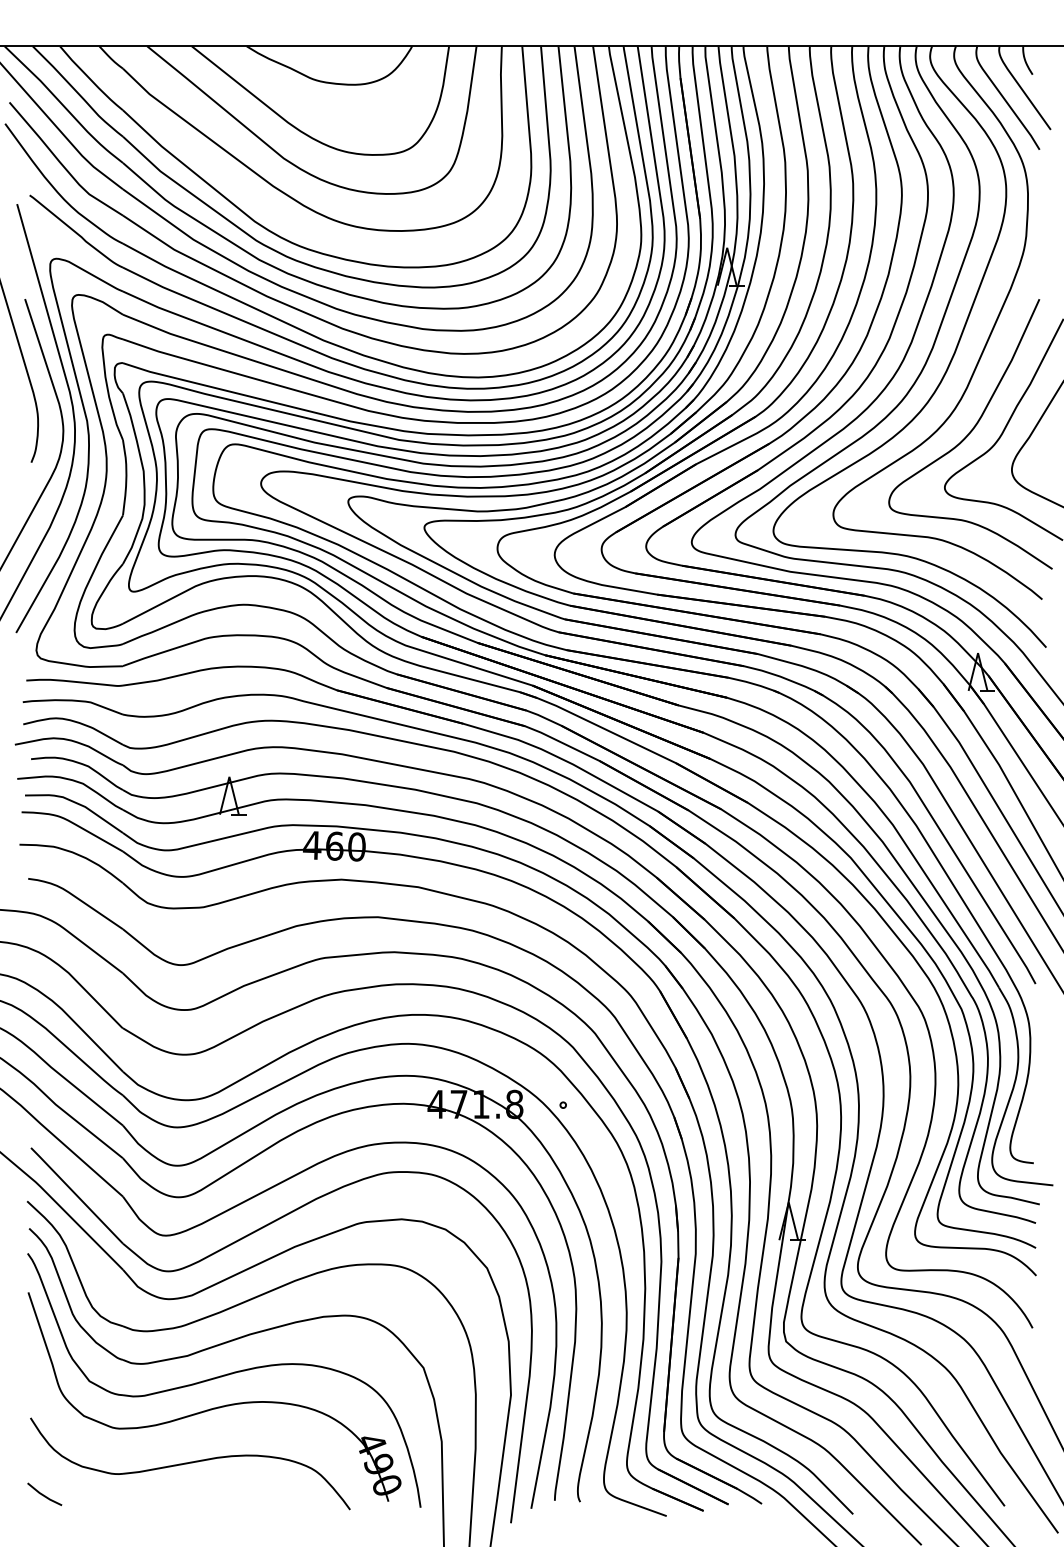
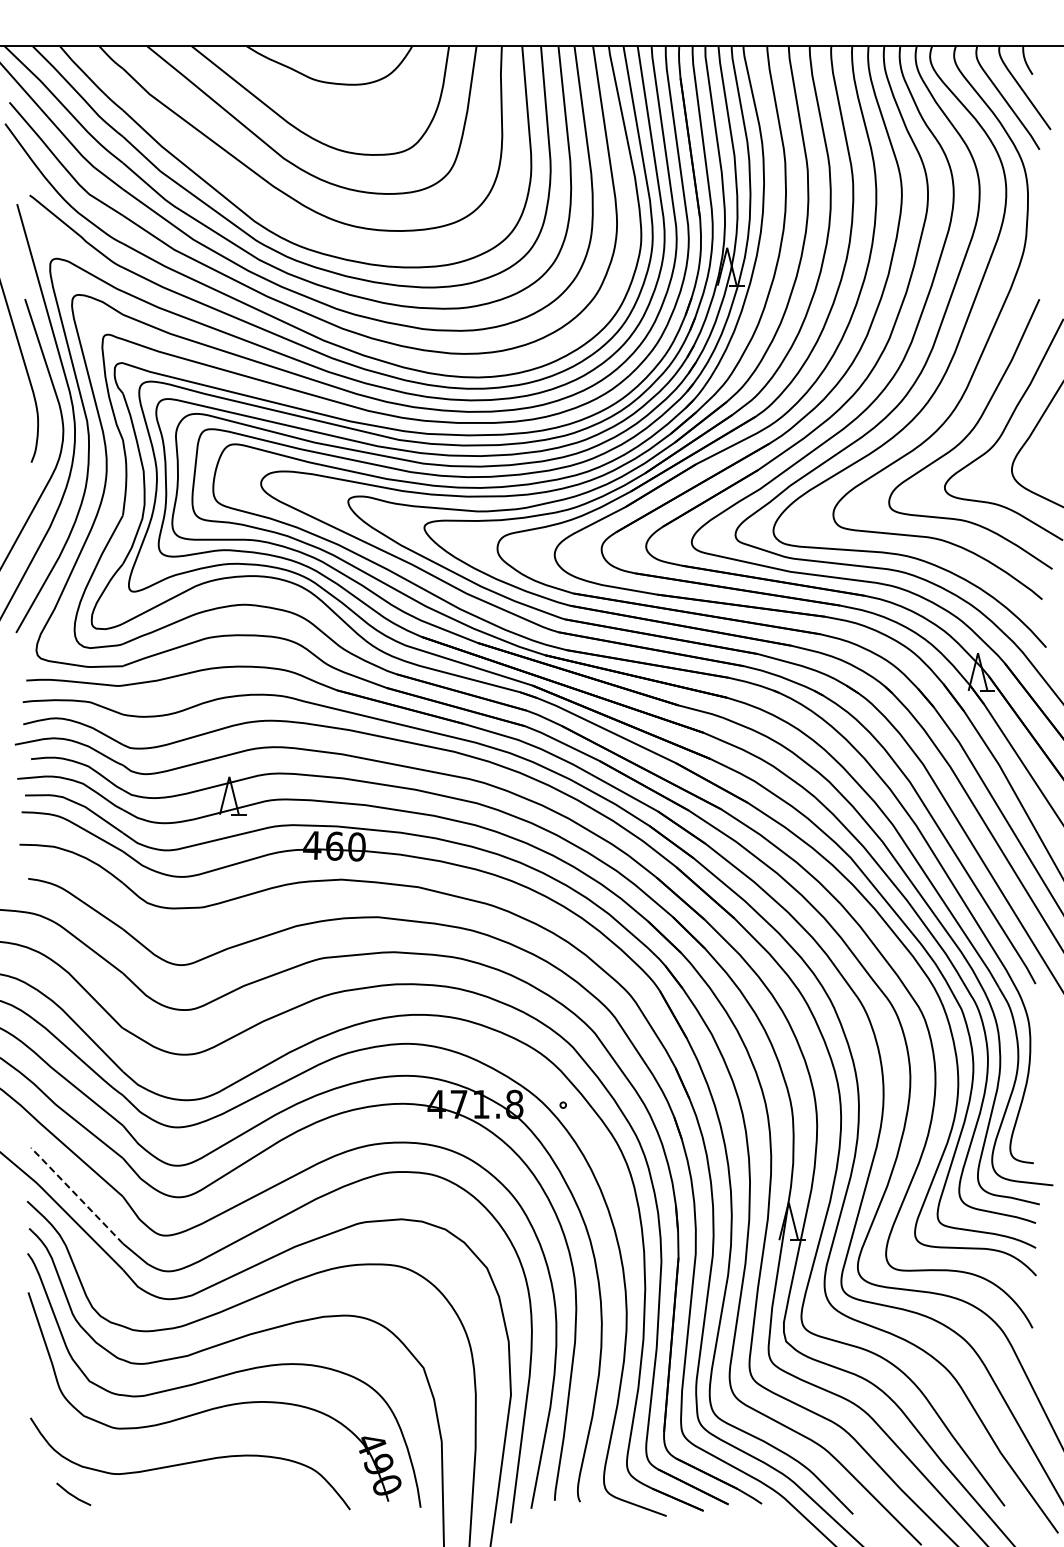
line at (76, 1194): solid -> dashed
line at (43, 1494) position: (43, 1494) -> (72, 1494)
